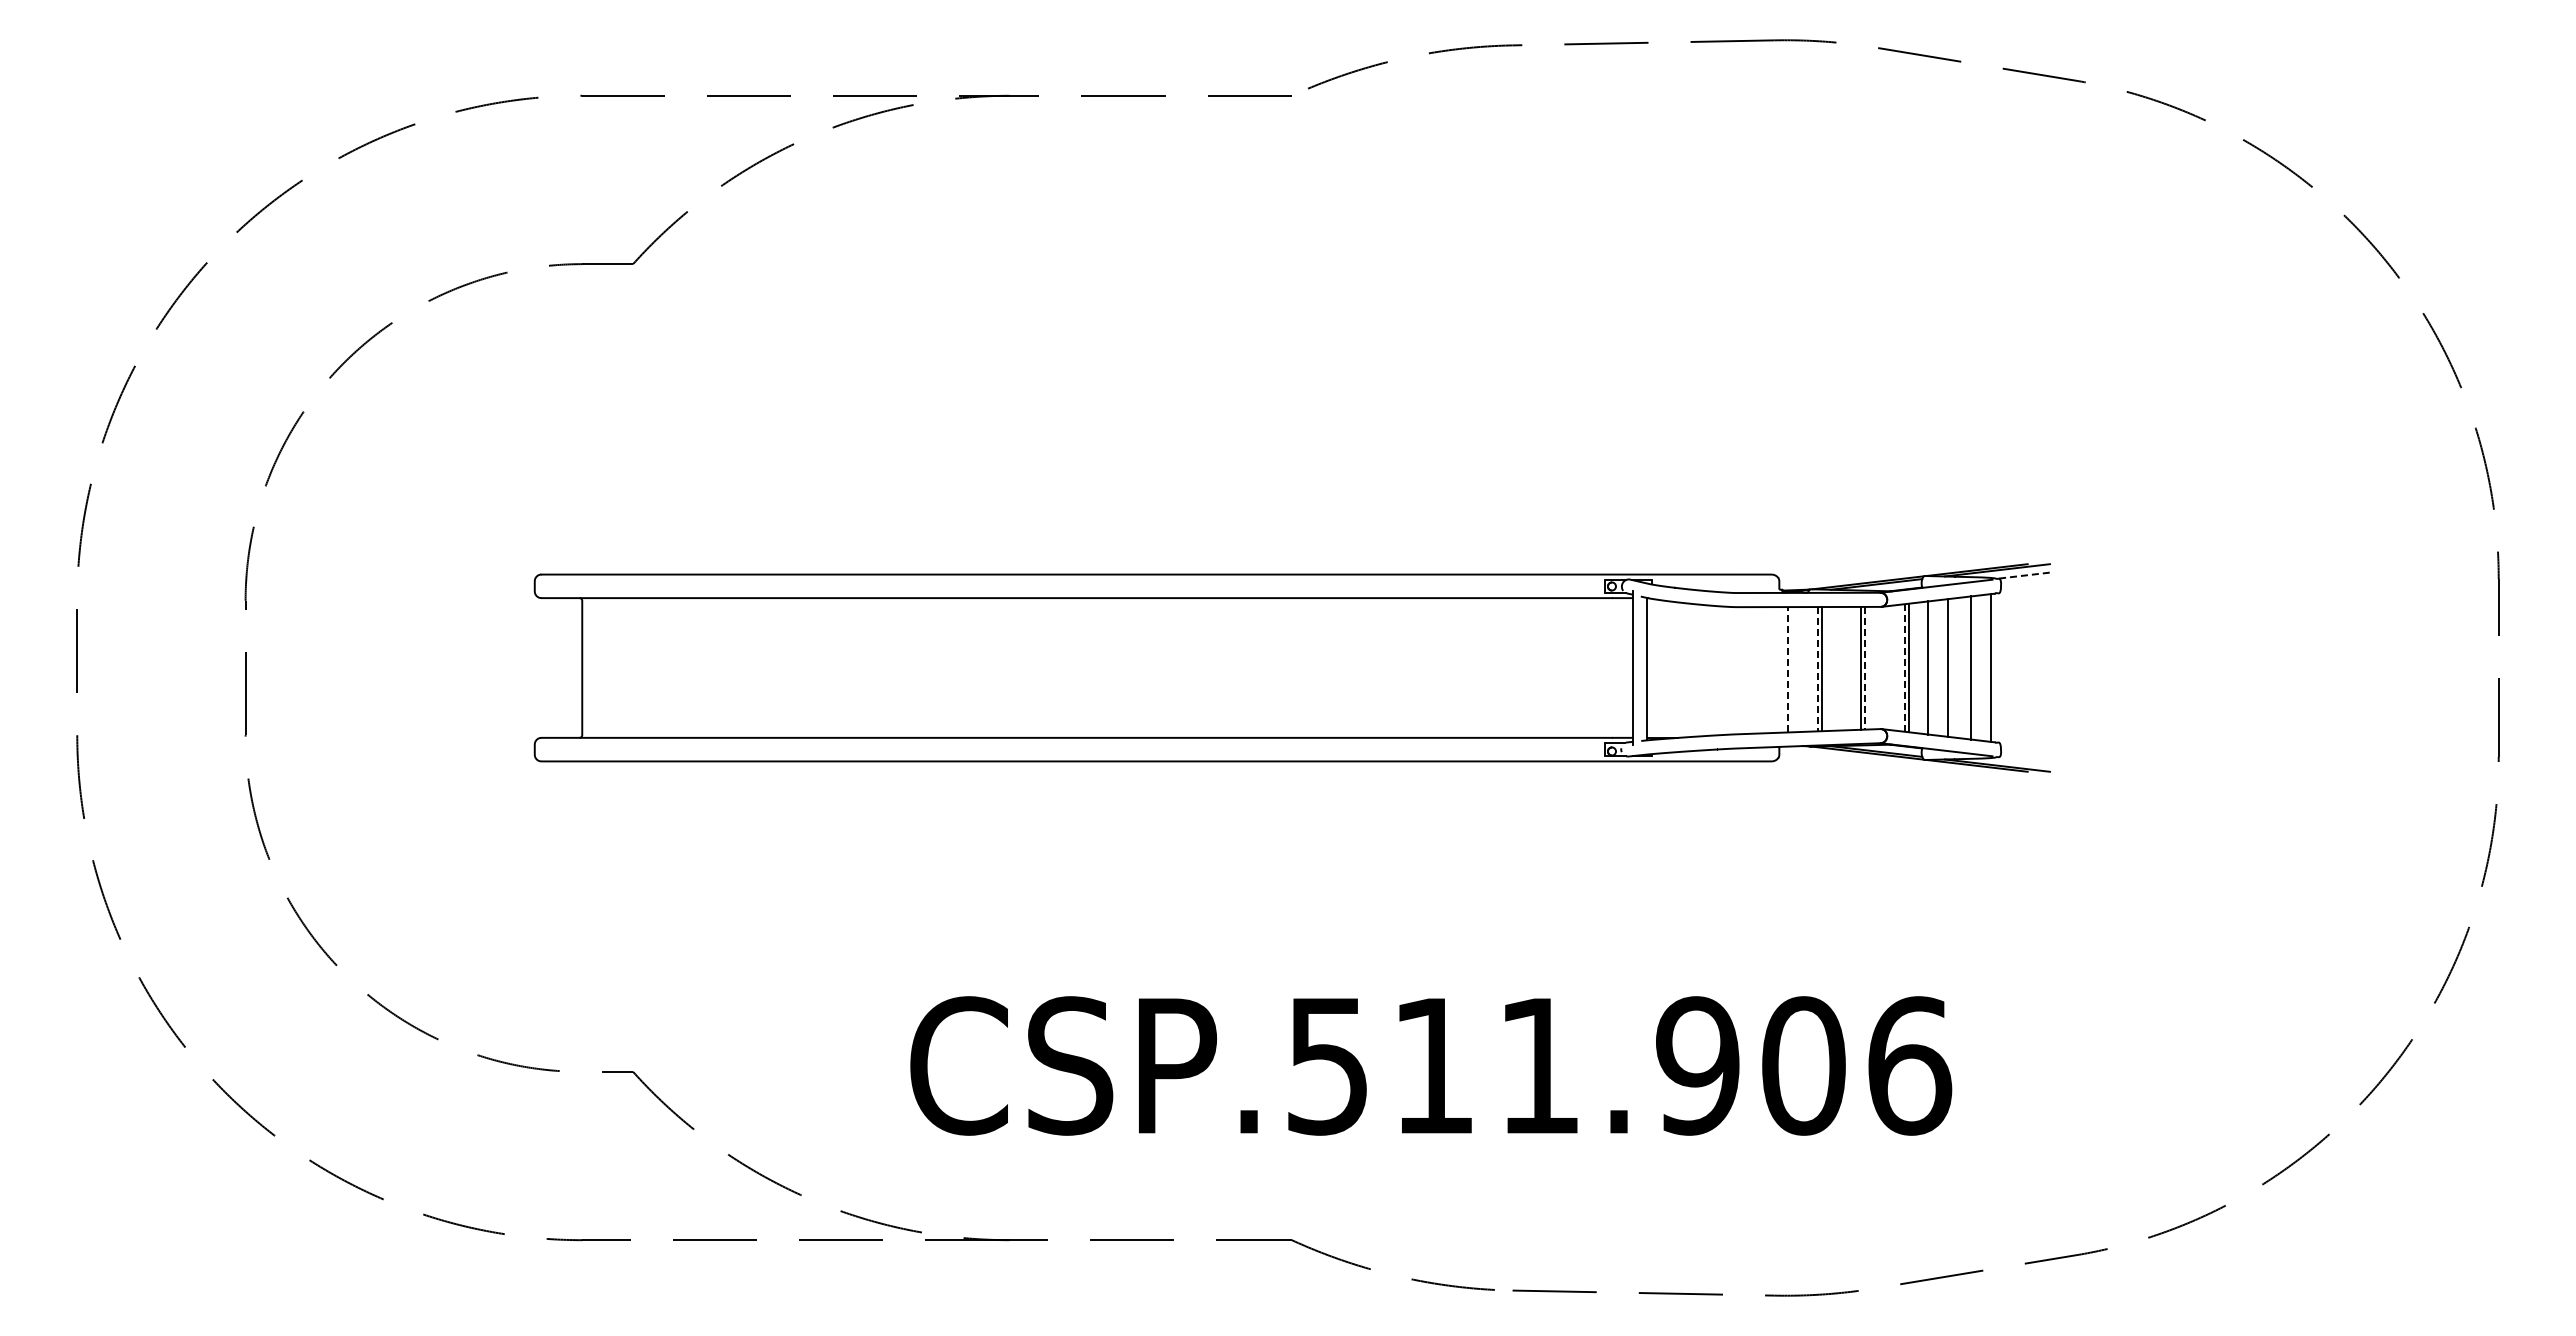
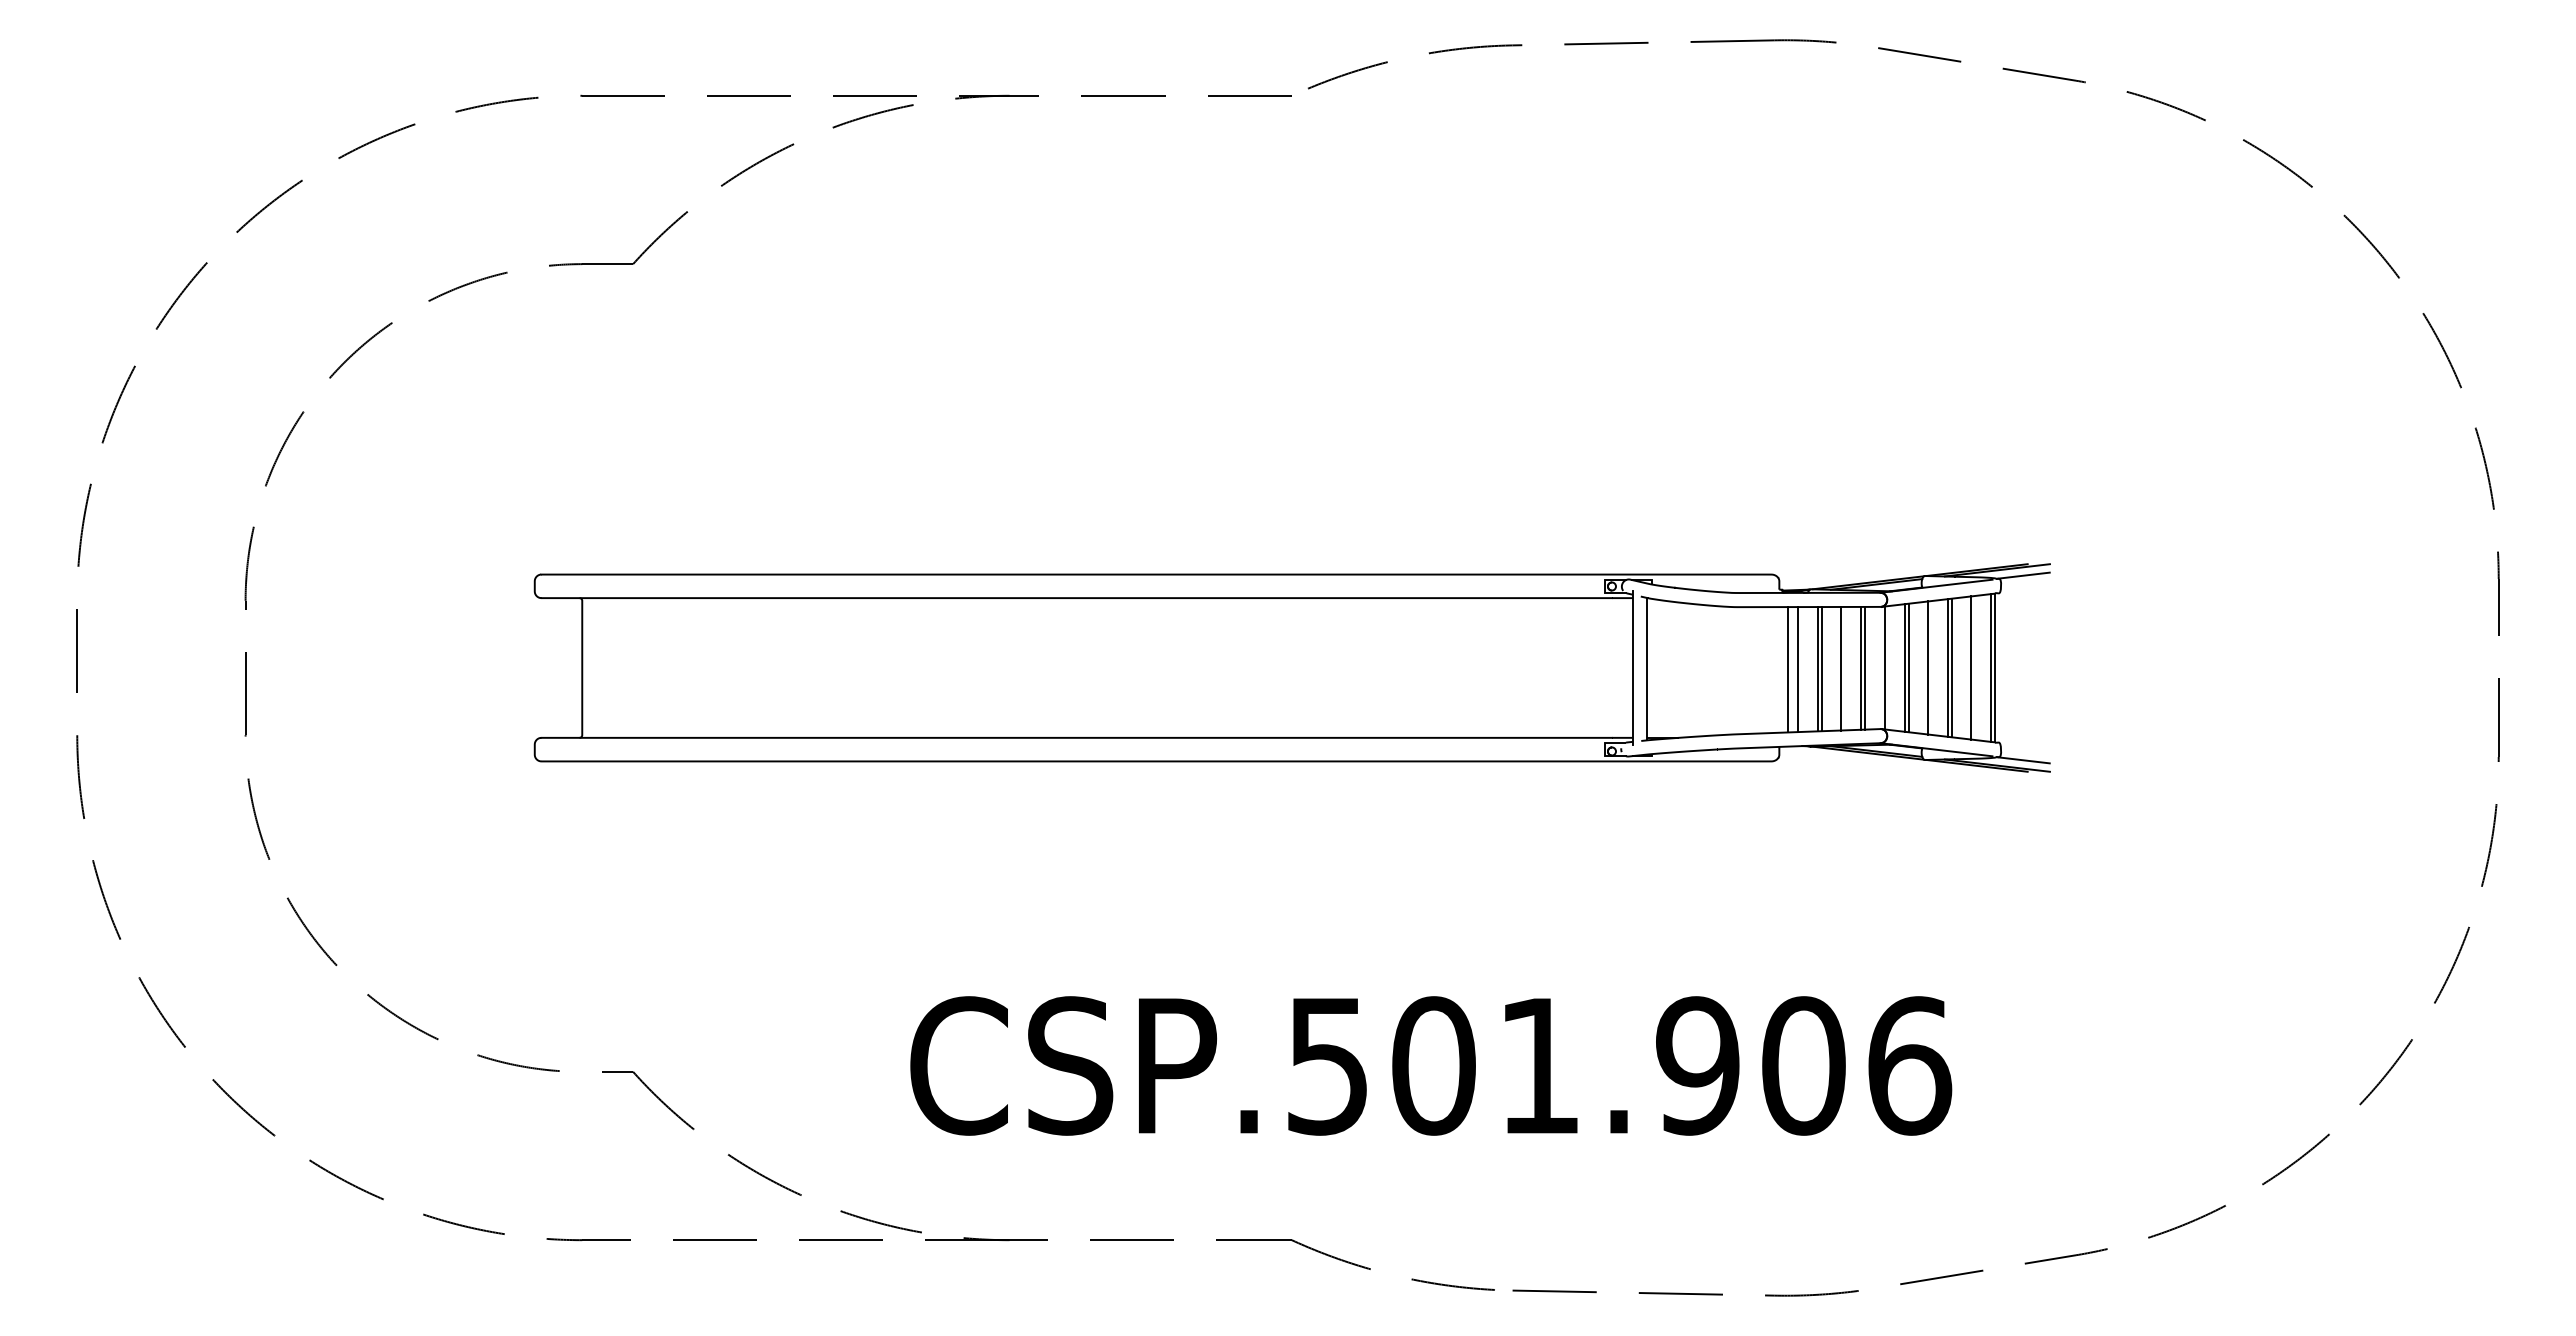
line at (2023, 575): dashed -> solid
line at (1884, 667): none -> present
line at (1952, 667): none -> present
line at (1995, 667): none -> present
line at (1841, 668): none -> present
line at (1865, 668): dashed -> solid
line at (1904, 668): dashed -> solid
line at (1788, 669): dashed -> solid
line at (1797, 669): none -> present
line at (1817, 669): dashed -> solid
line at (2023, 760): none -> present
text at (1433, 1065): CSP.511.906 -> CSP.501.906
